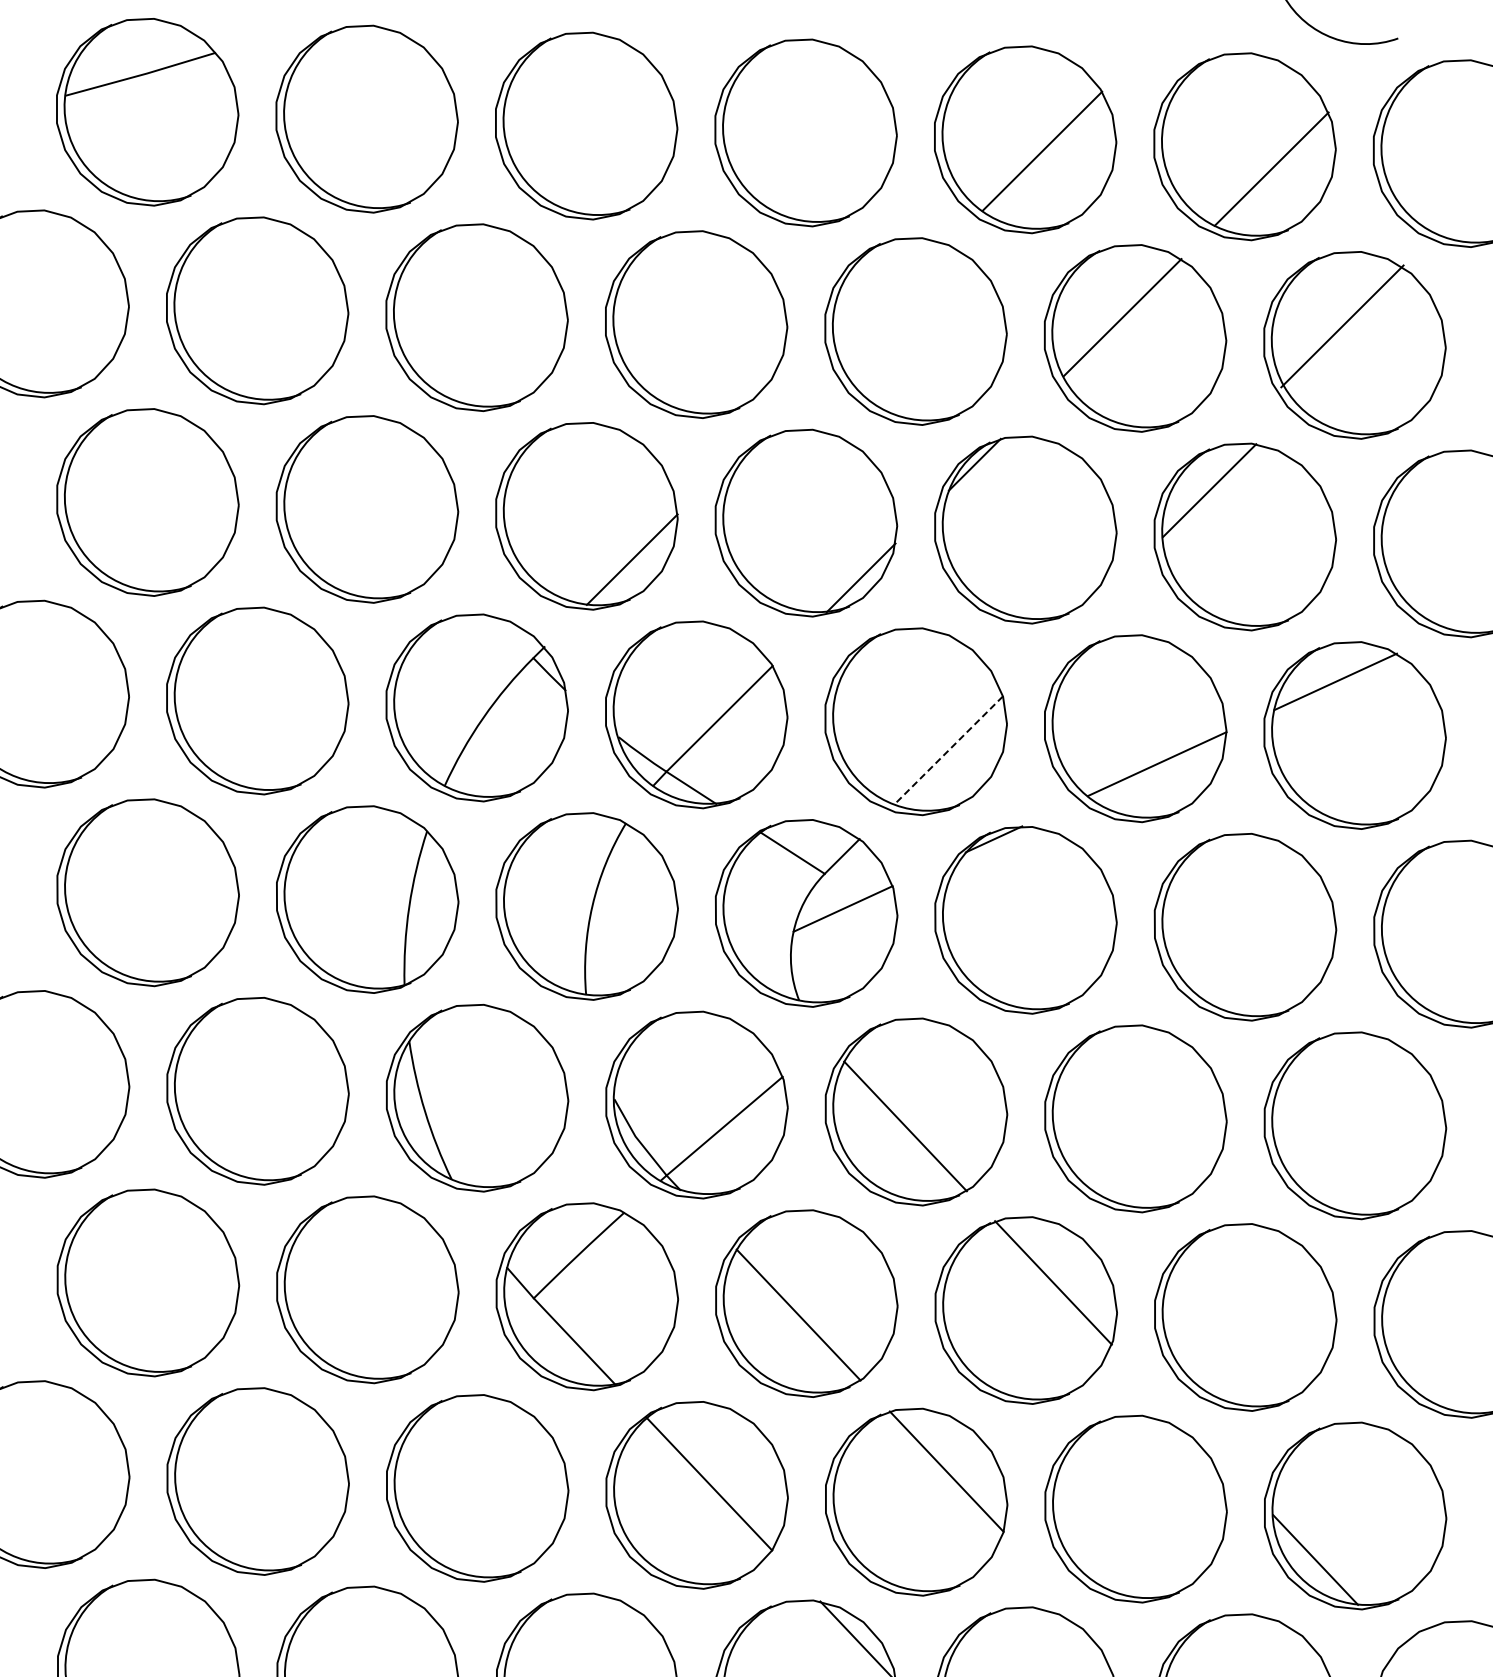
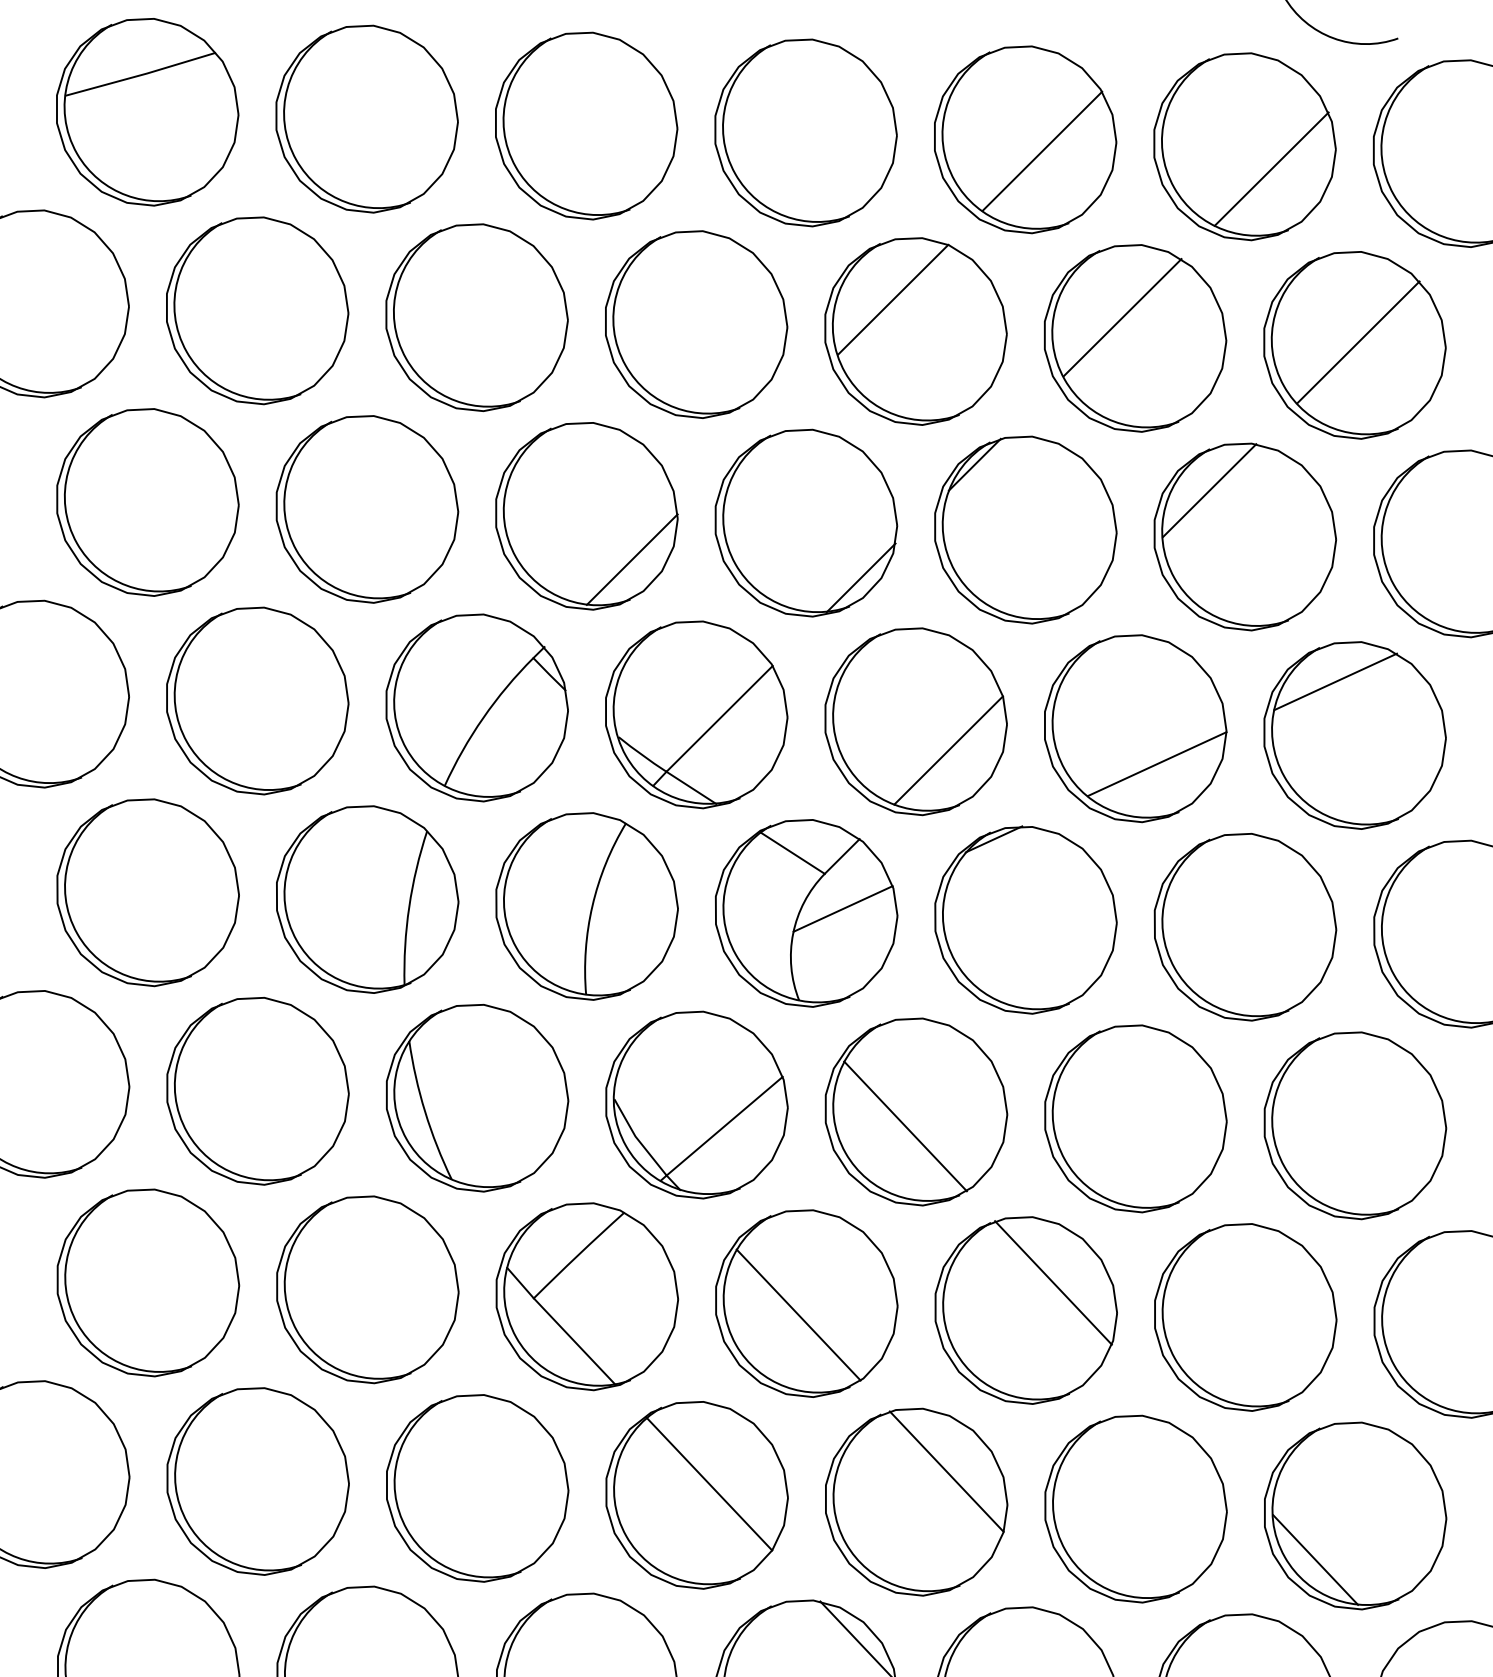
line at (893, 299): none -> present
line at (1342, 326) position: (1342, 326) -> (1358, 342)
line at (948, 750): dashed -> solid
